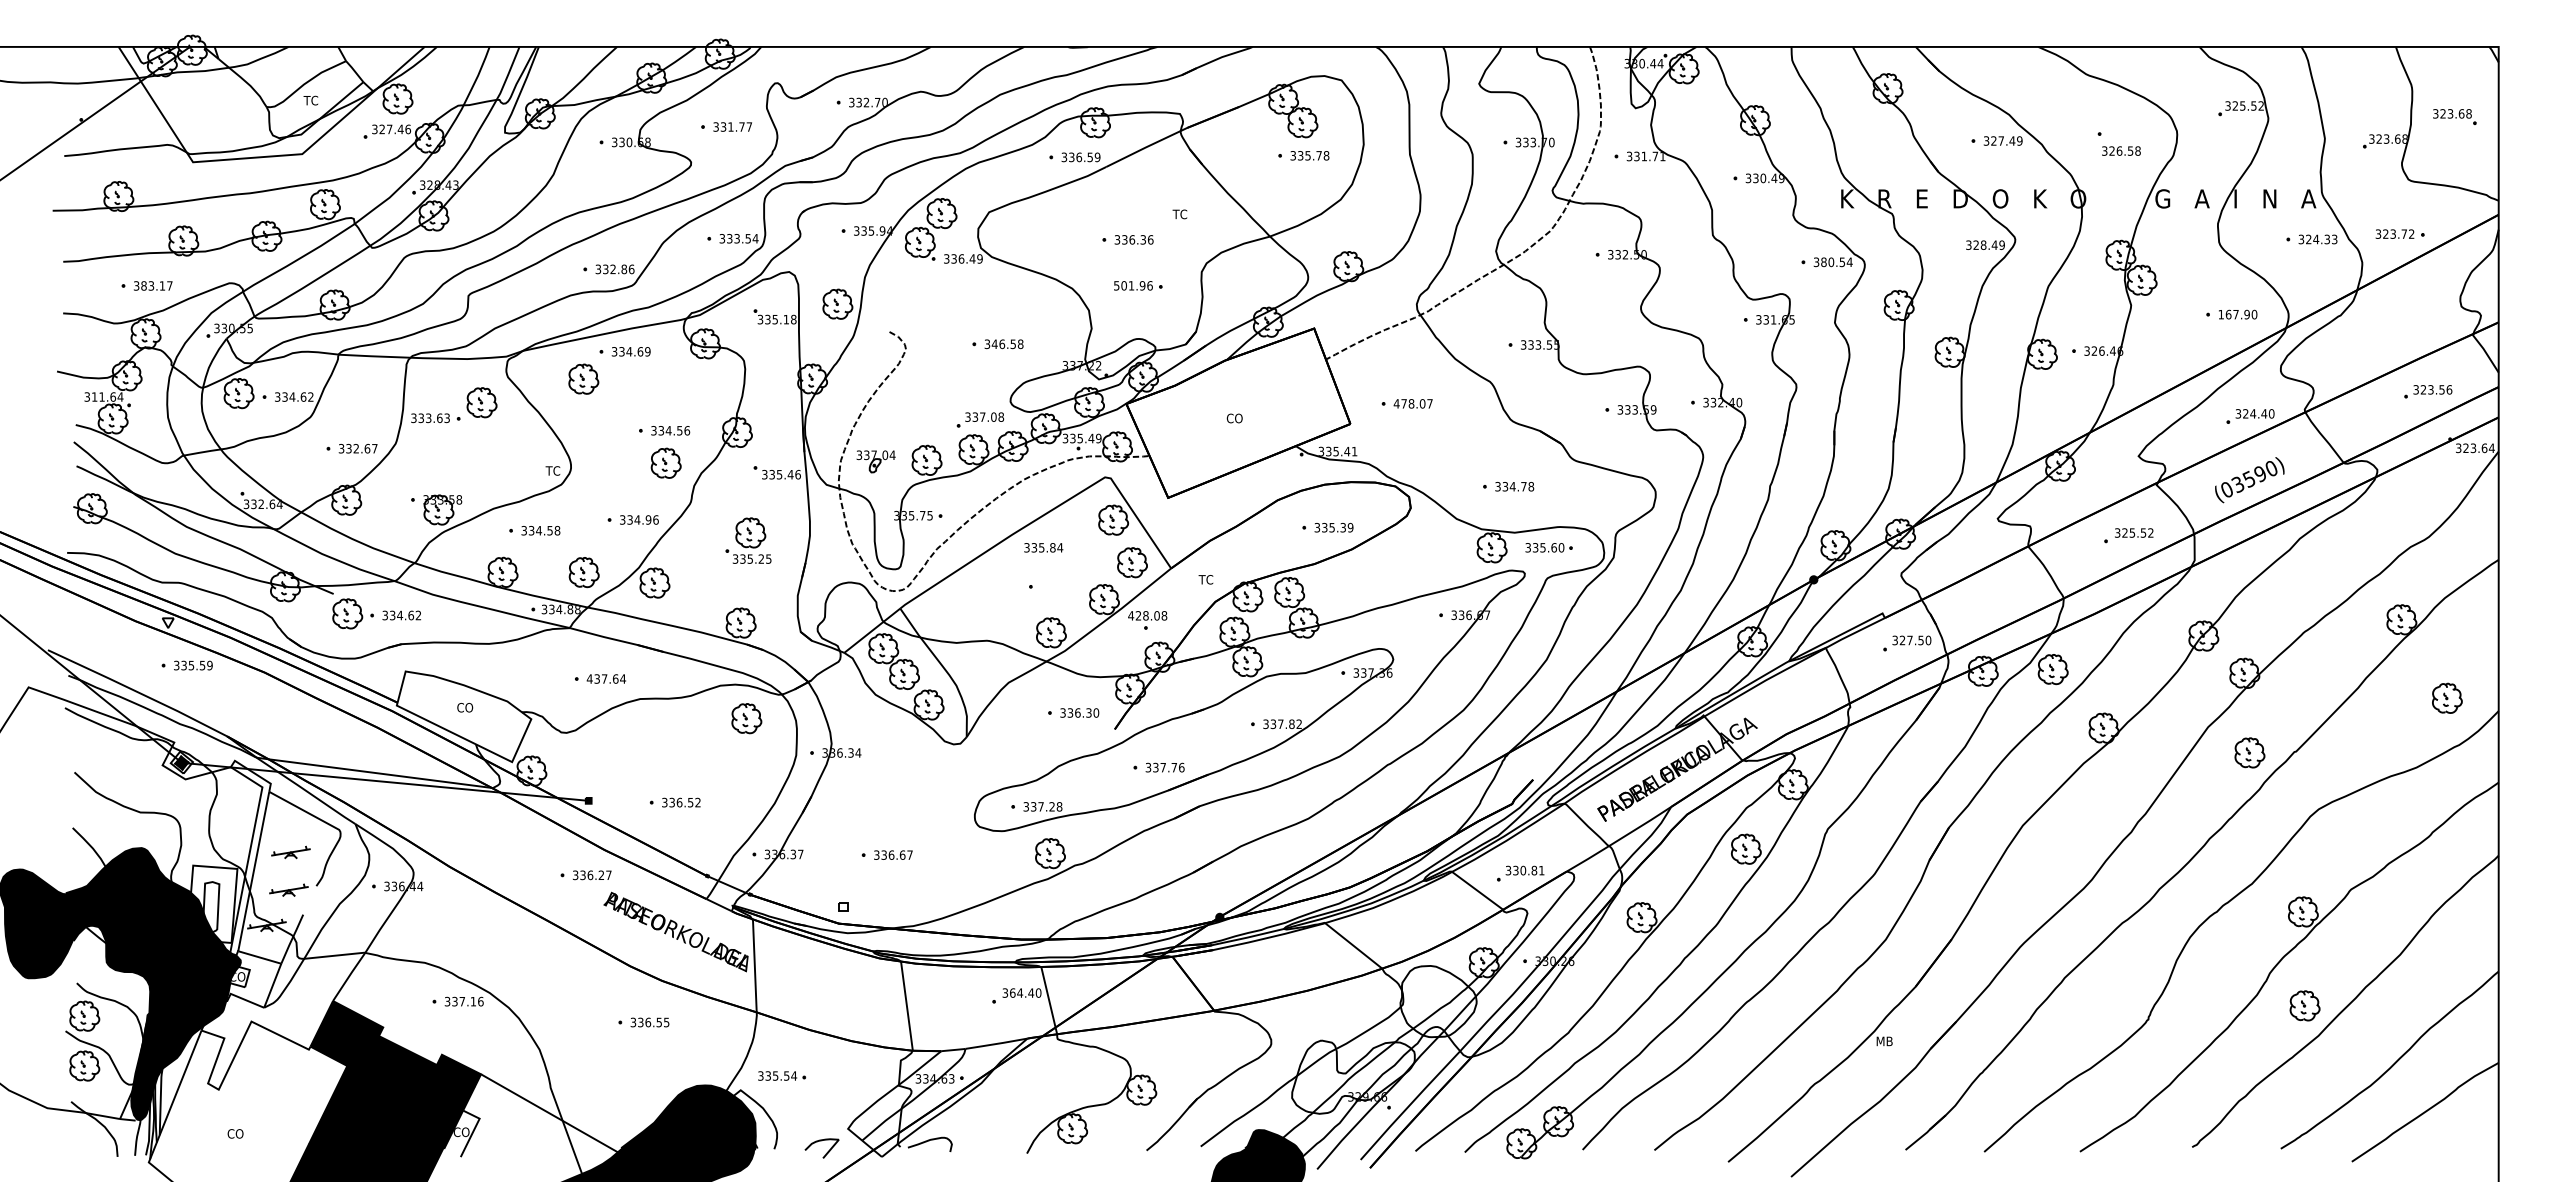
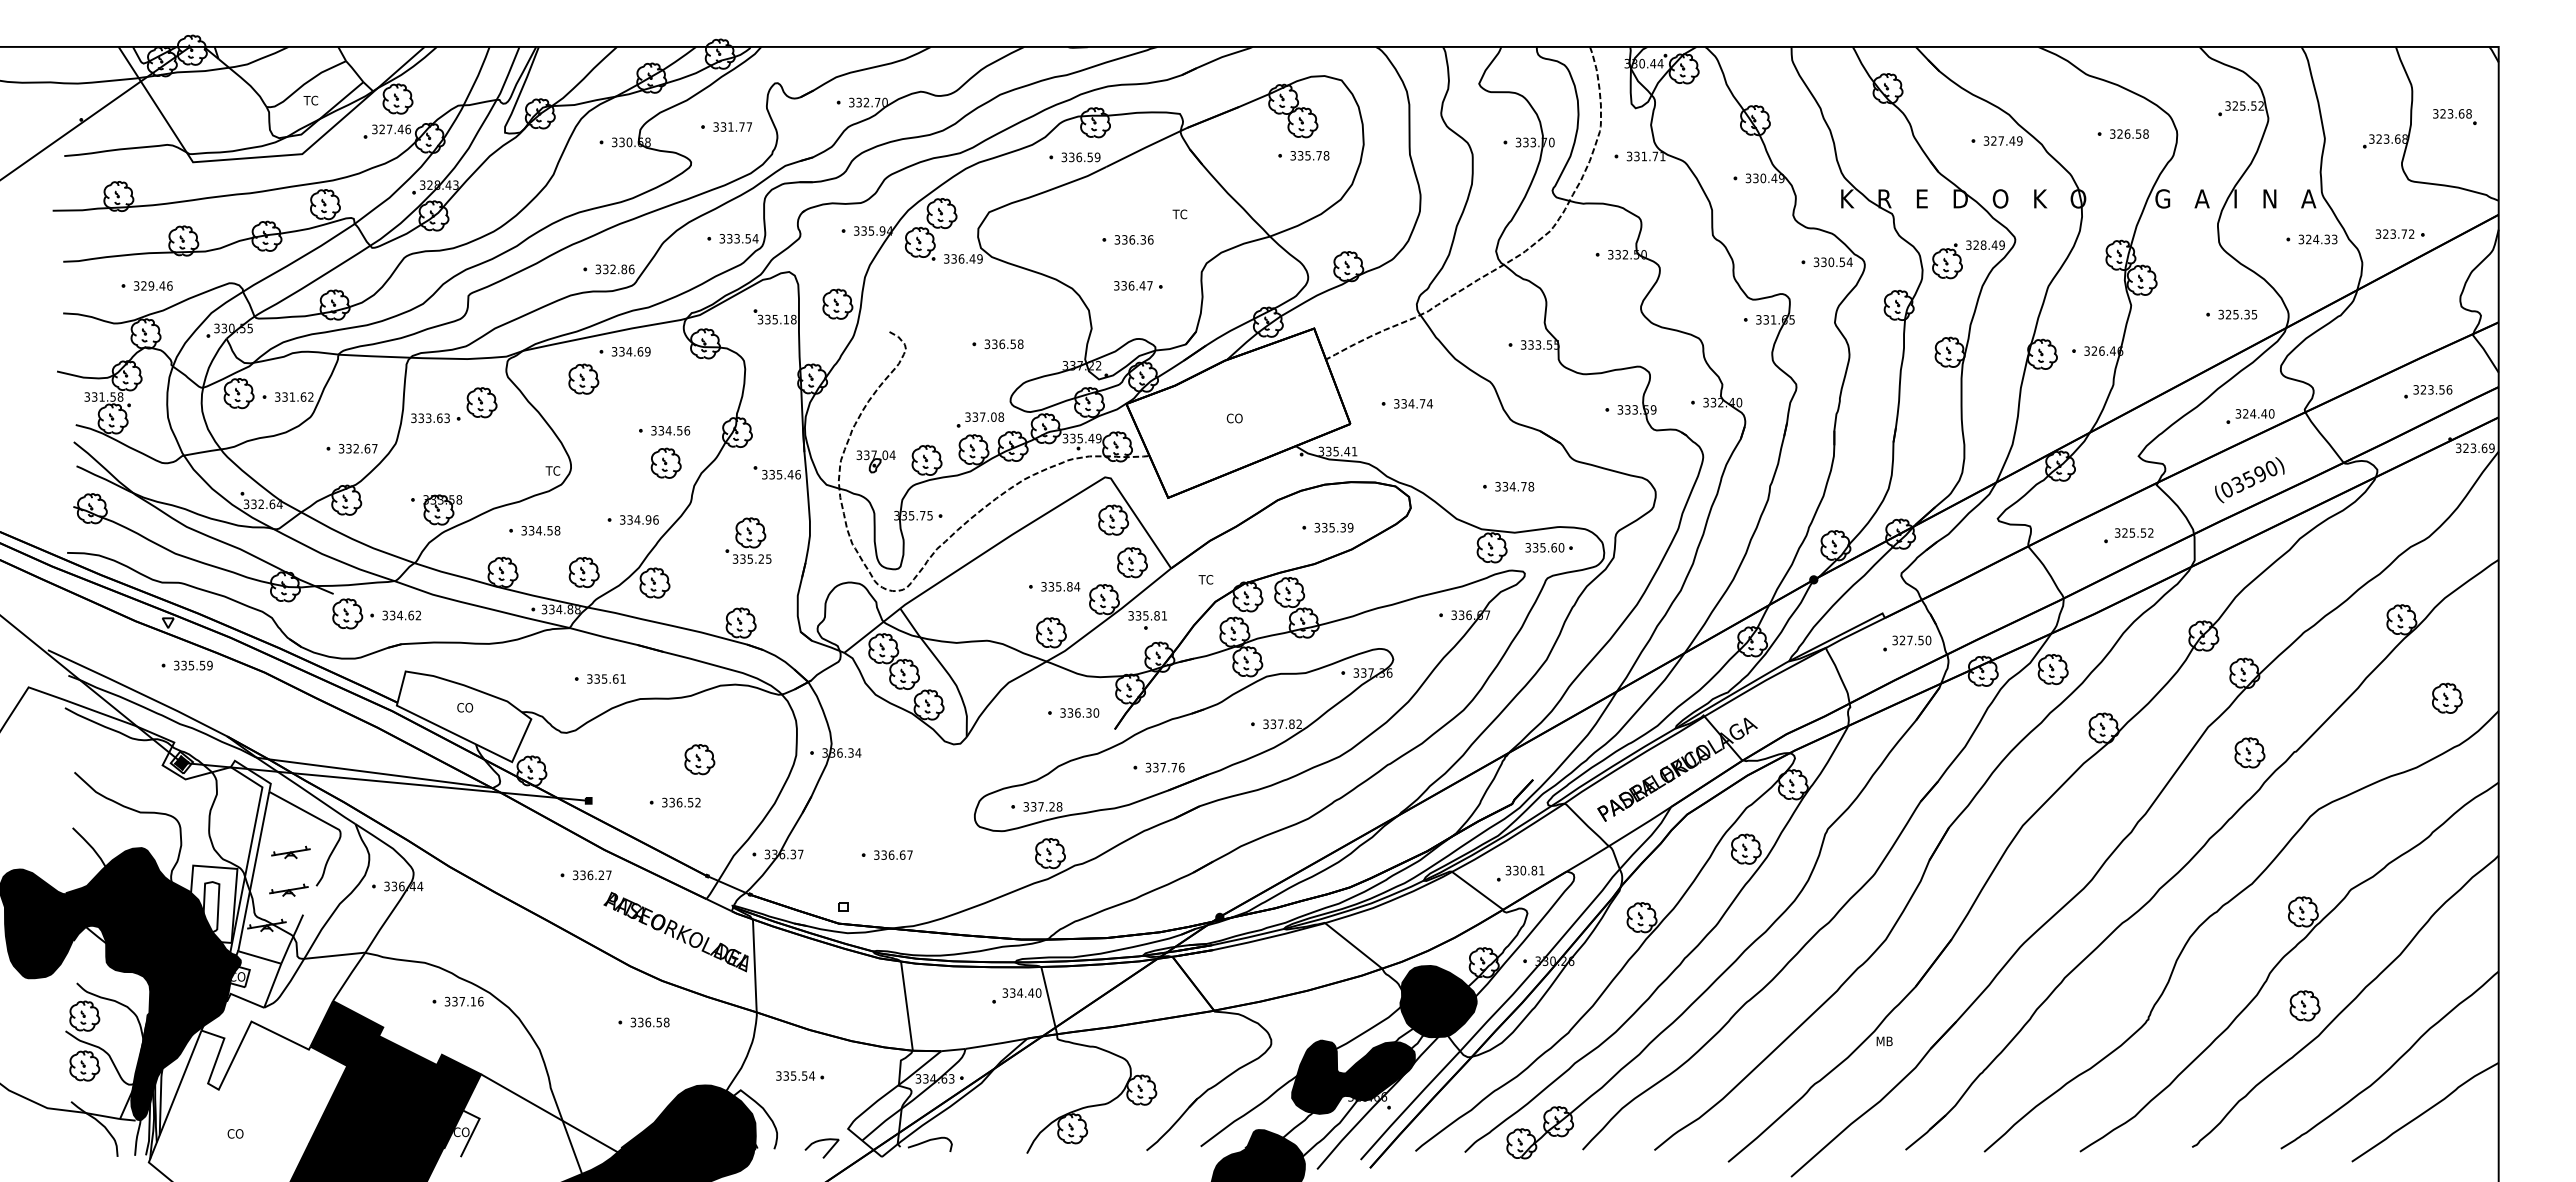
text at (2121, 150) position: (2121, 150) -> (2129, 133)
text at (1823, 261): 380.54 -> 330.54
part at (1947, 261): none -> present
text at (156, 285): 383.17 -> 329.46
text at (1133, 285): 501.96 -> 336.47
text at (2237, 314): 167.90 -> 325.35
text at (994, 344): 346.58 -> 336.58
text at (107, 396): 311.64 -> 331.58
text at (292, 396): 334.62 -> 331.62
text at (1412, 403): 478.07 -> 334.74
text at (2491, 448): 323.64 -> 323.69
text at (1043, 547) position: (1043, 547) -> (1060, 586)
text at (1147, 615): 428.08 -> 335.81
text at (606, 678): 437.64 -> 335.61
part at (746, 718) position: (746, 718) -> (699, 759)
text at (1012, 992): 364.40 -> 334.40
fill at (1438, 1001): none -> present
text at (666, 1022): 336.55 -> 336.58
part at (782, 1075) position: (782, 1075) -> (800, 1075)
fill at (1353, 1076): none -> present
